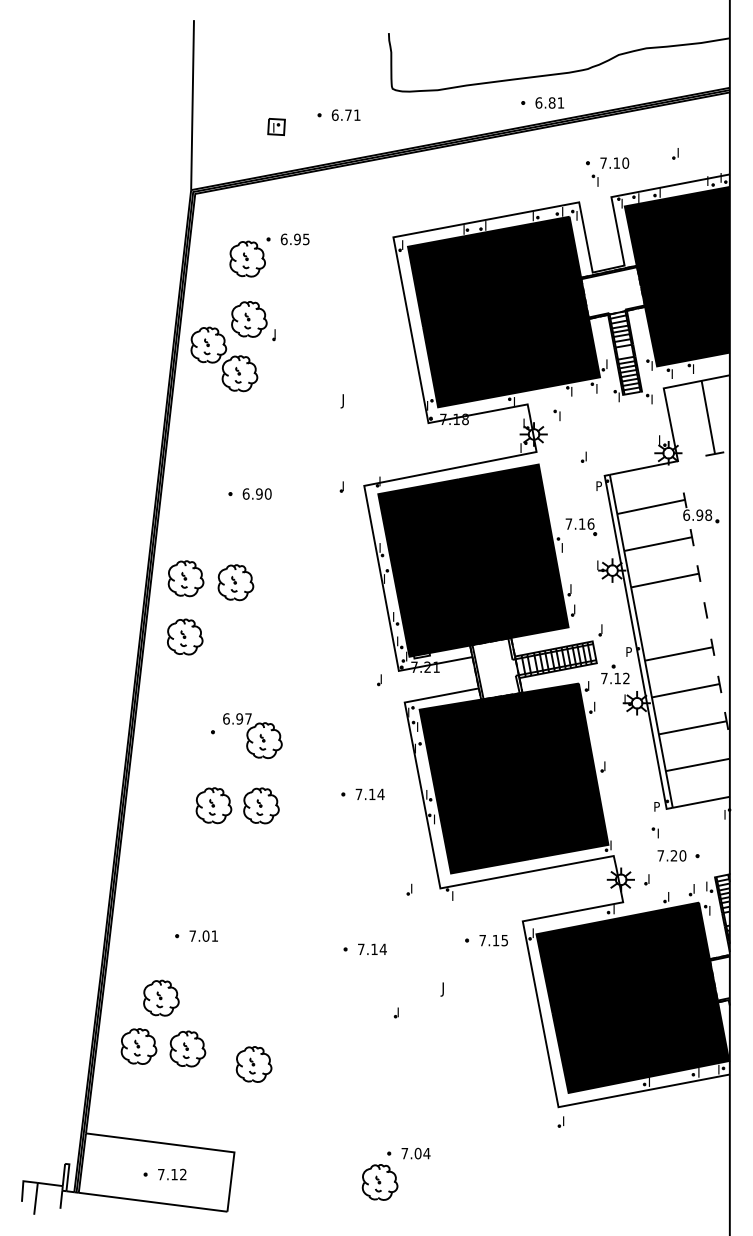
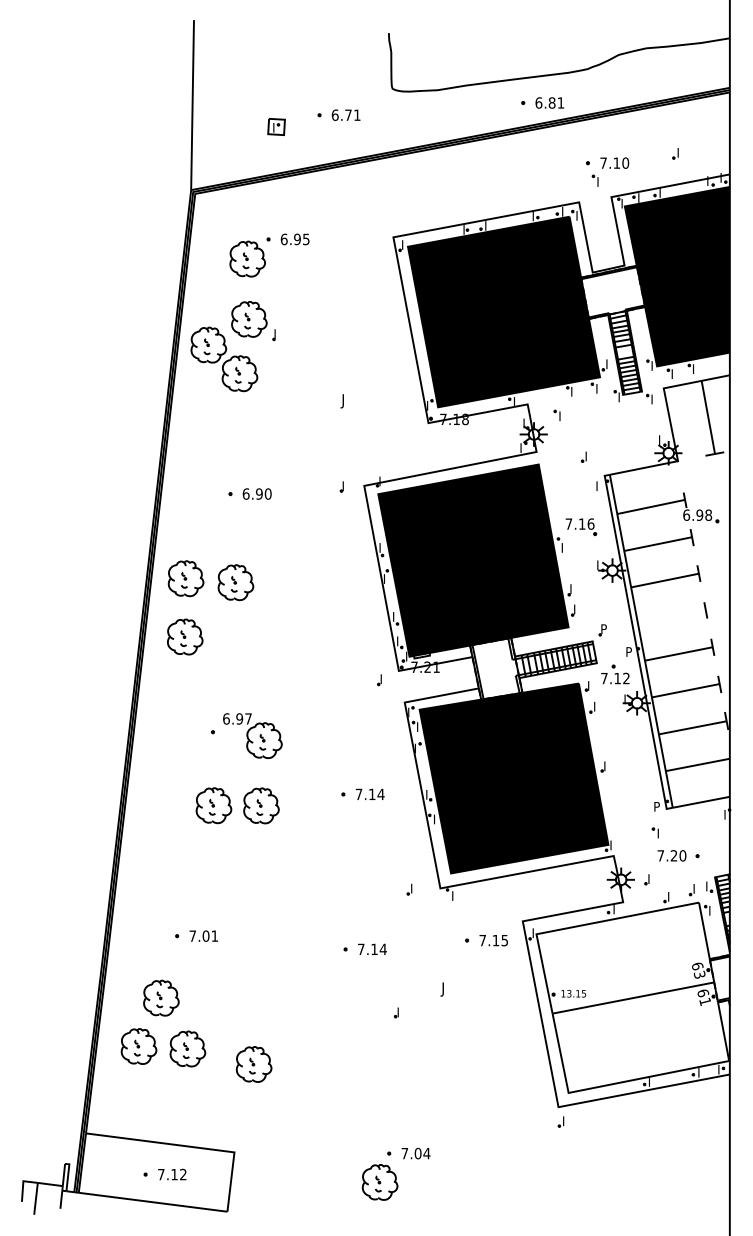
text at (599, 484): P -> I
text at (604, 627): I -> P
fill at (632, 997): present -> none
